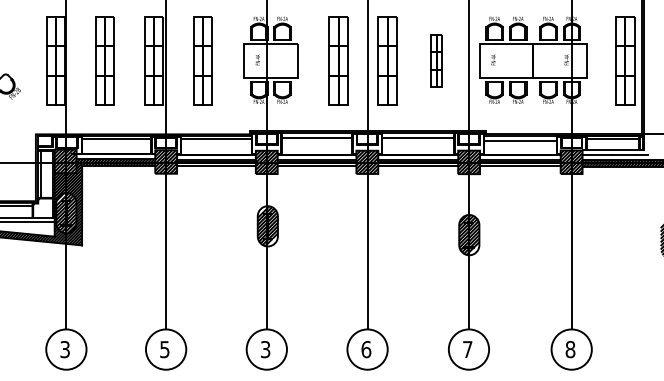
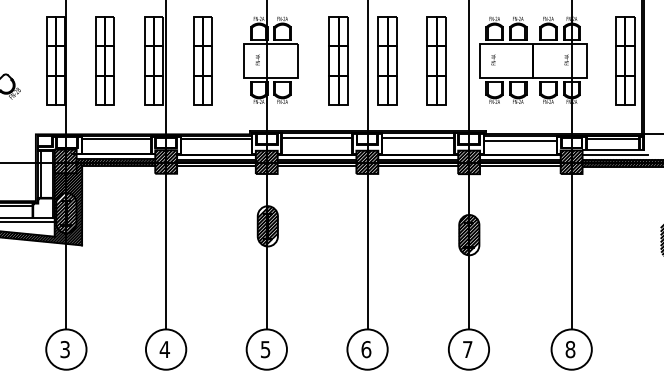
part at (436, 60) size: 13x54 px -> 21x90 px
text at (164, 349): 5 -> 4
text at (265, 349): 3 -> 5
